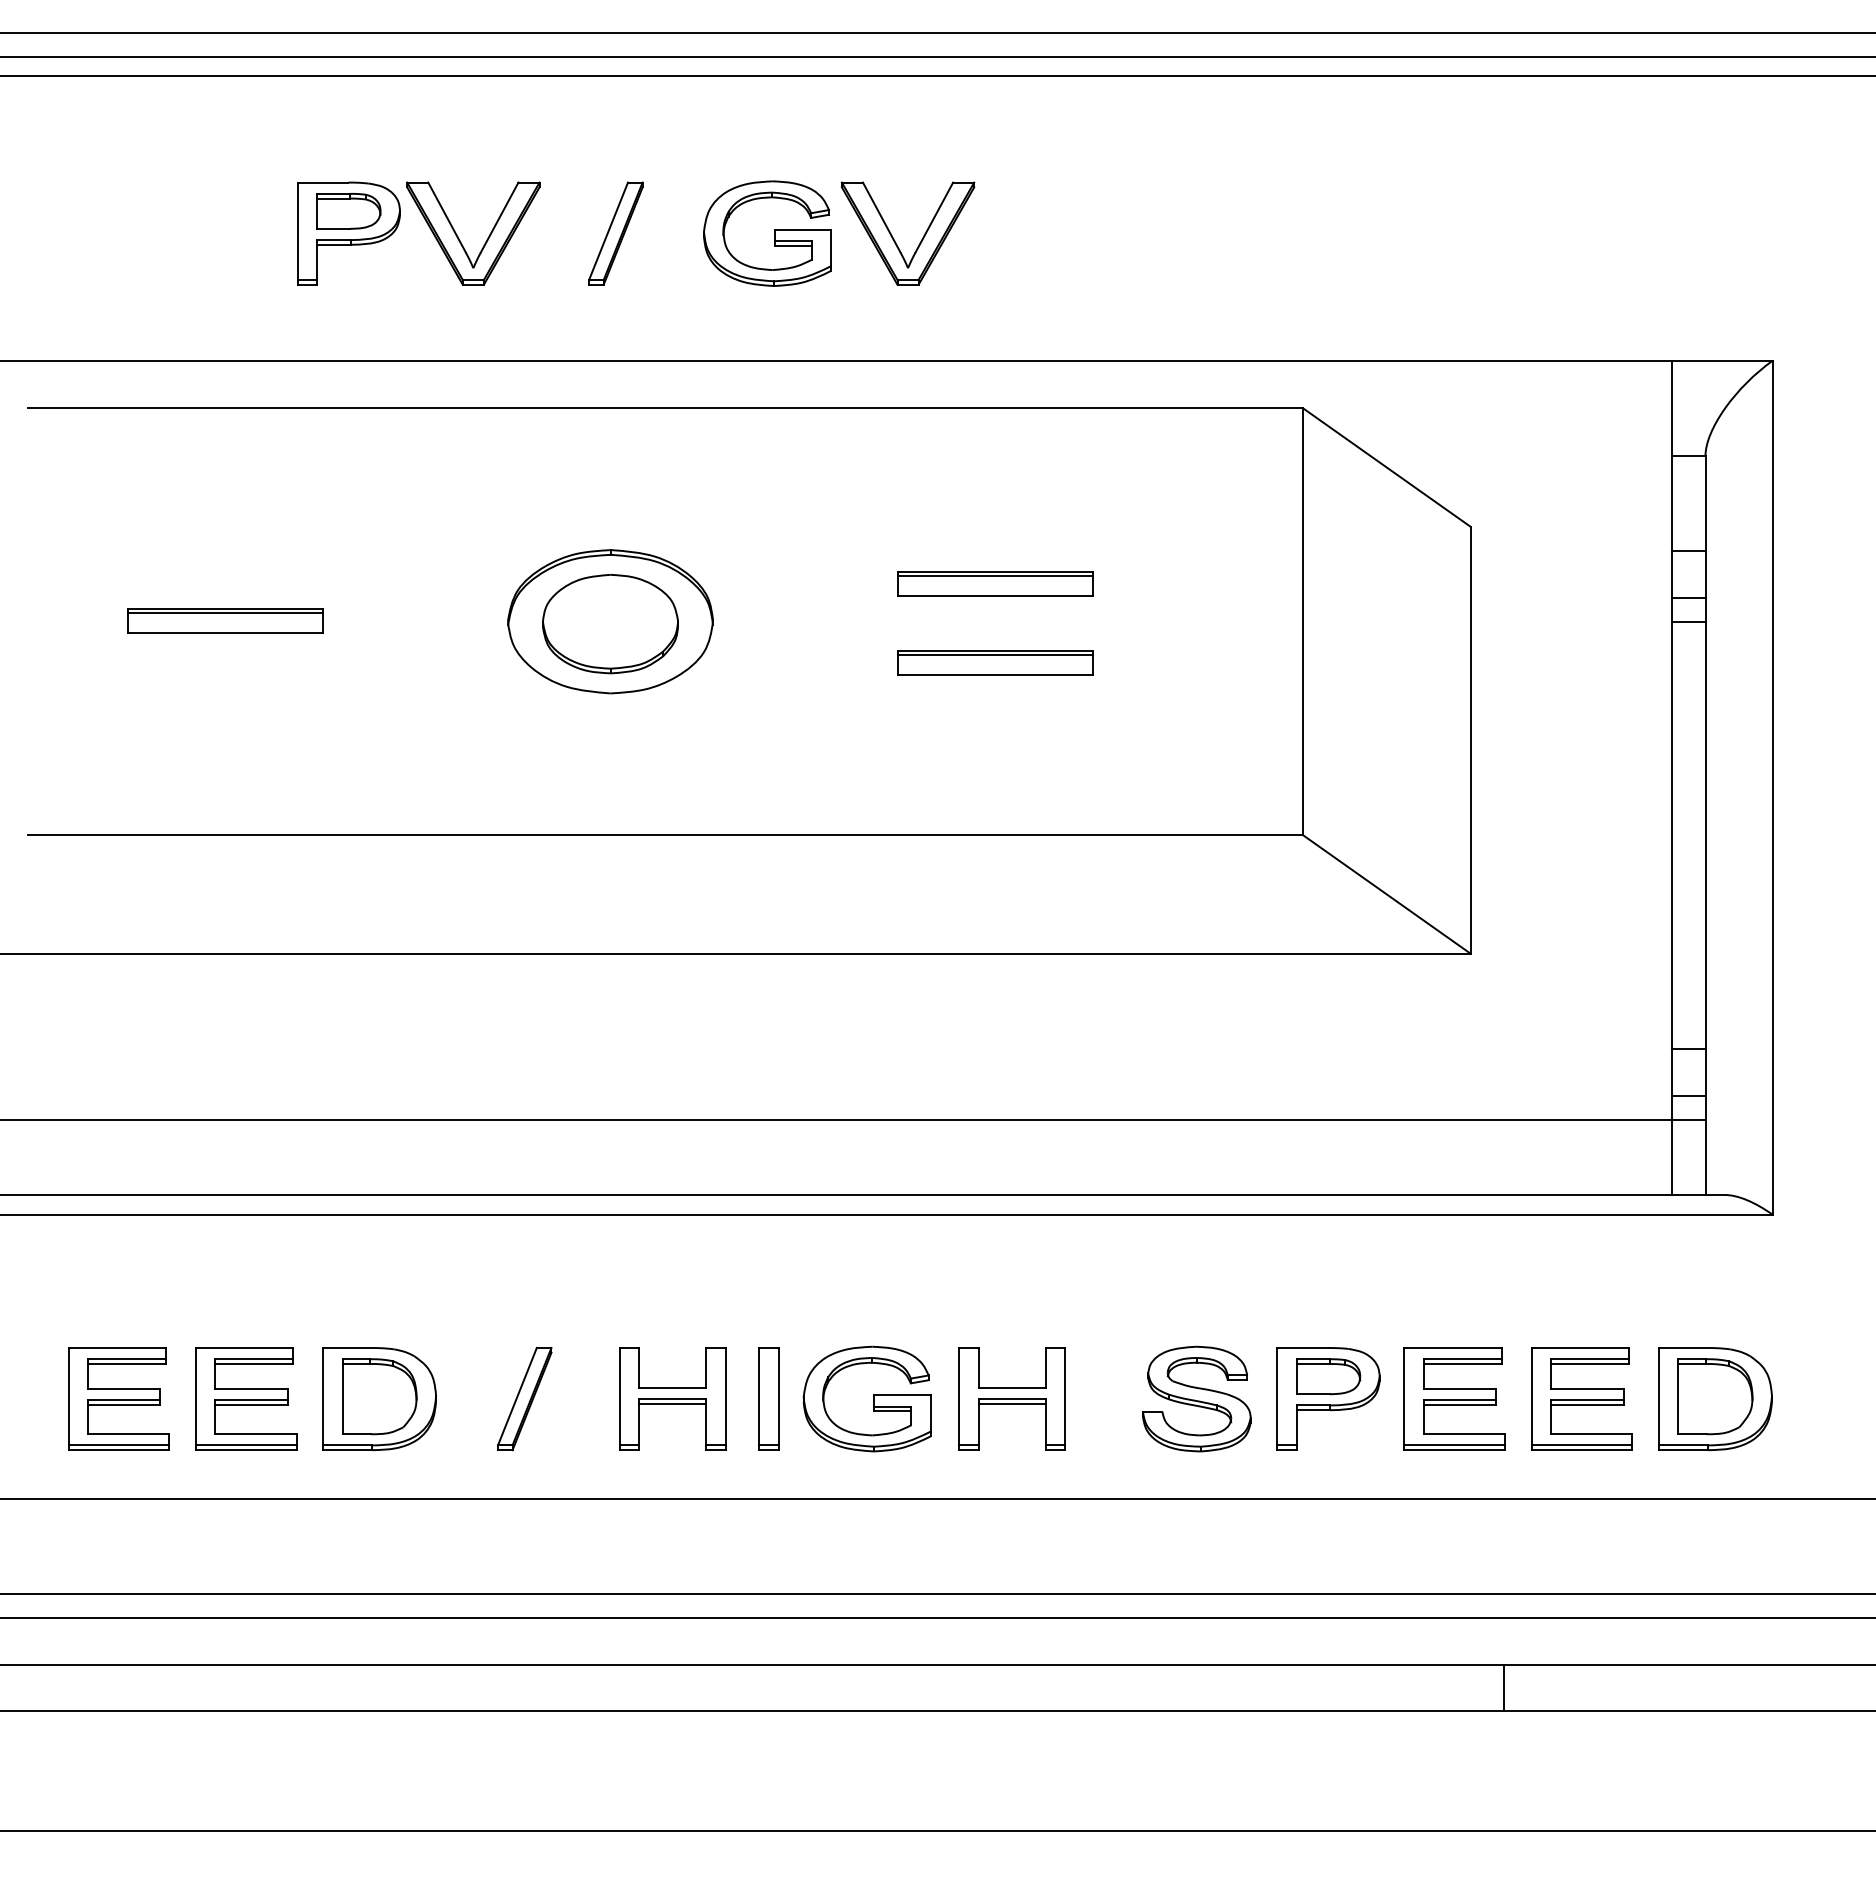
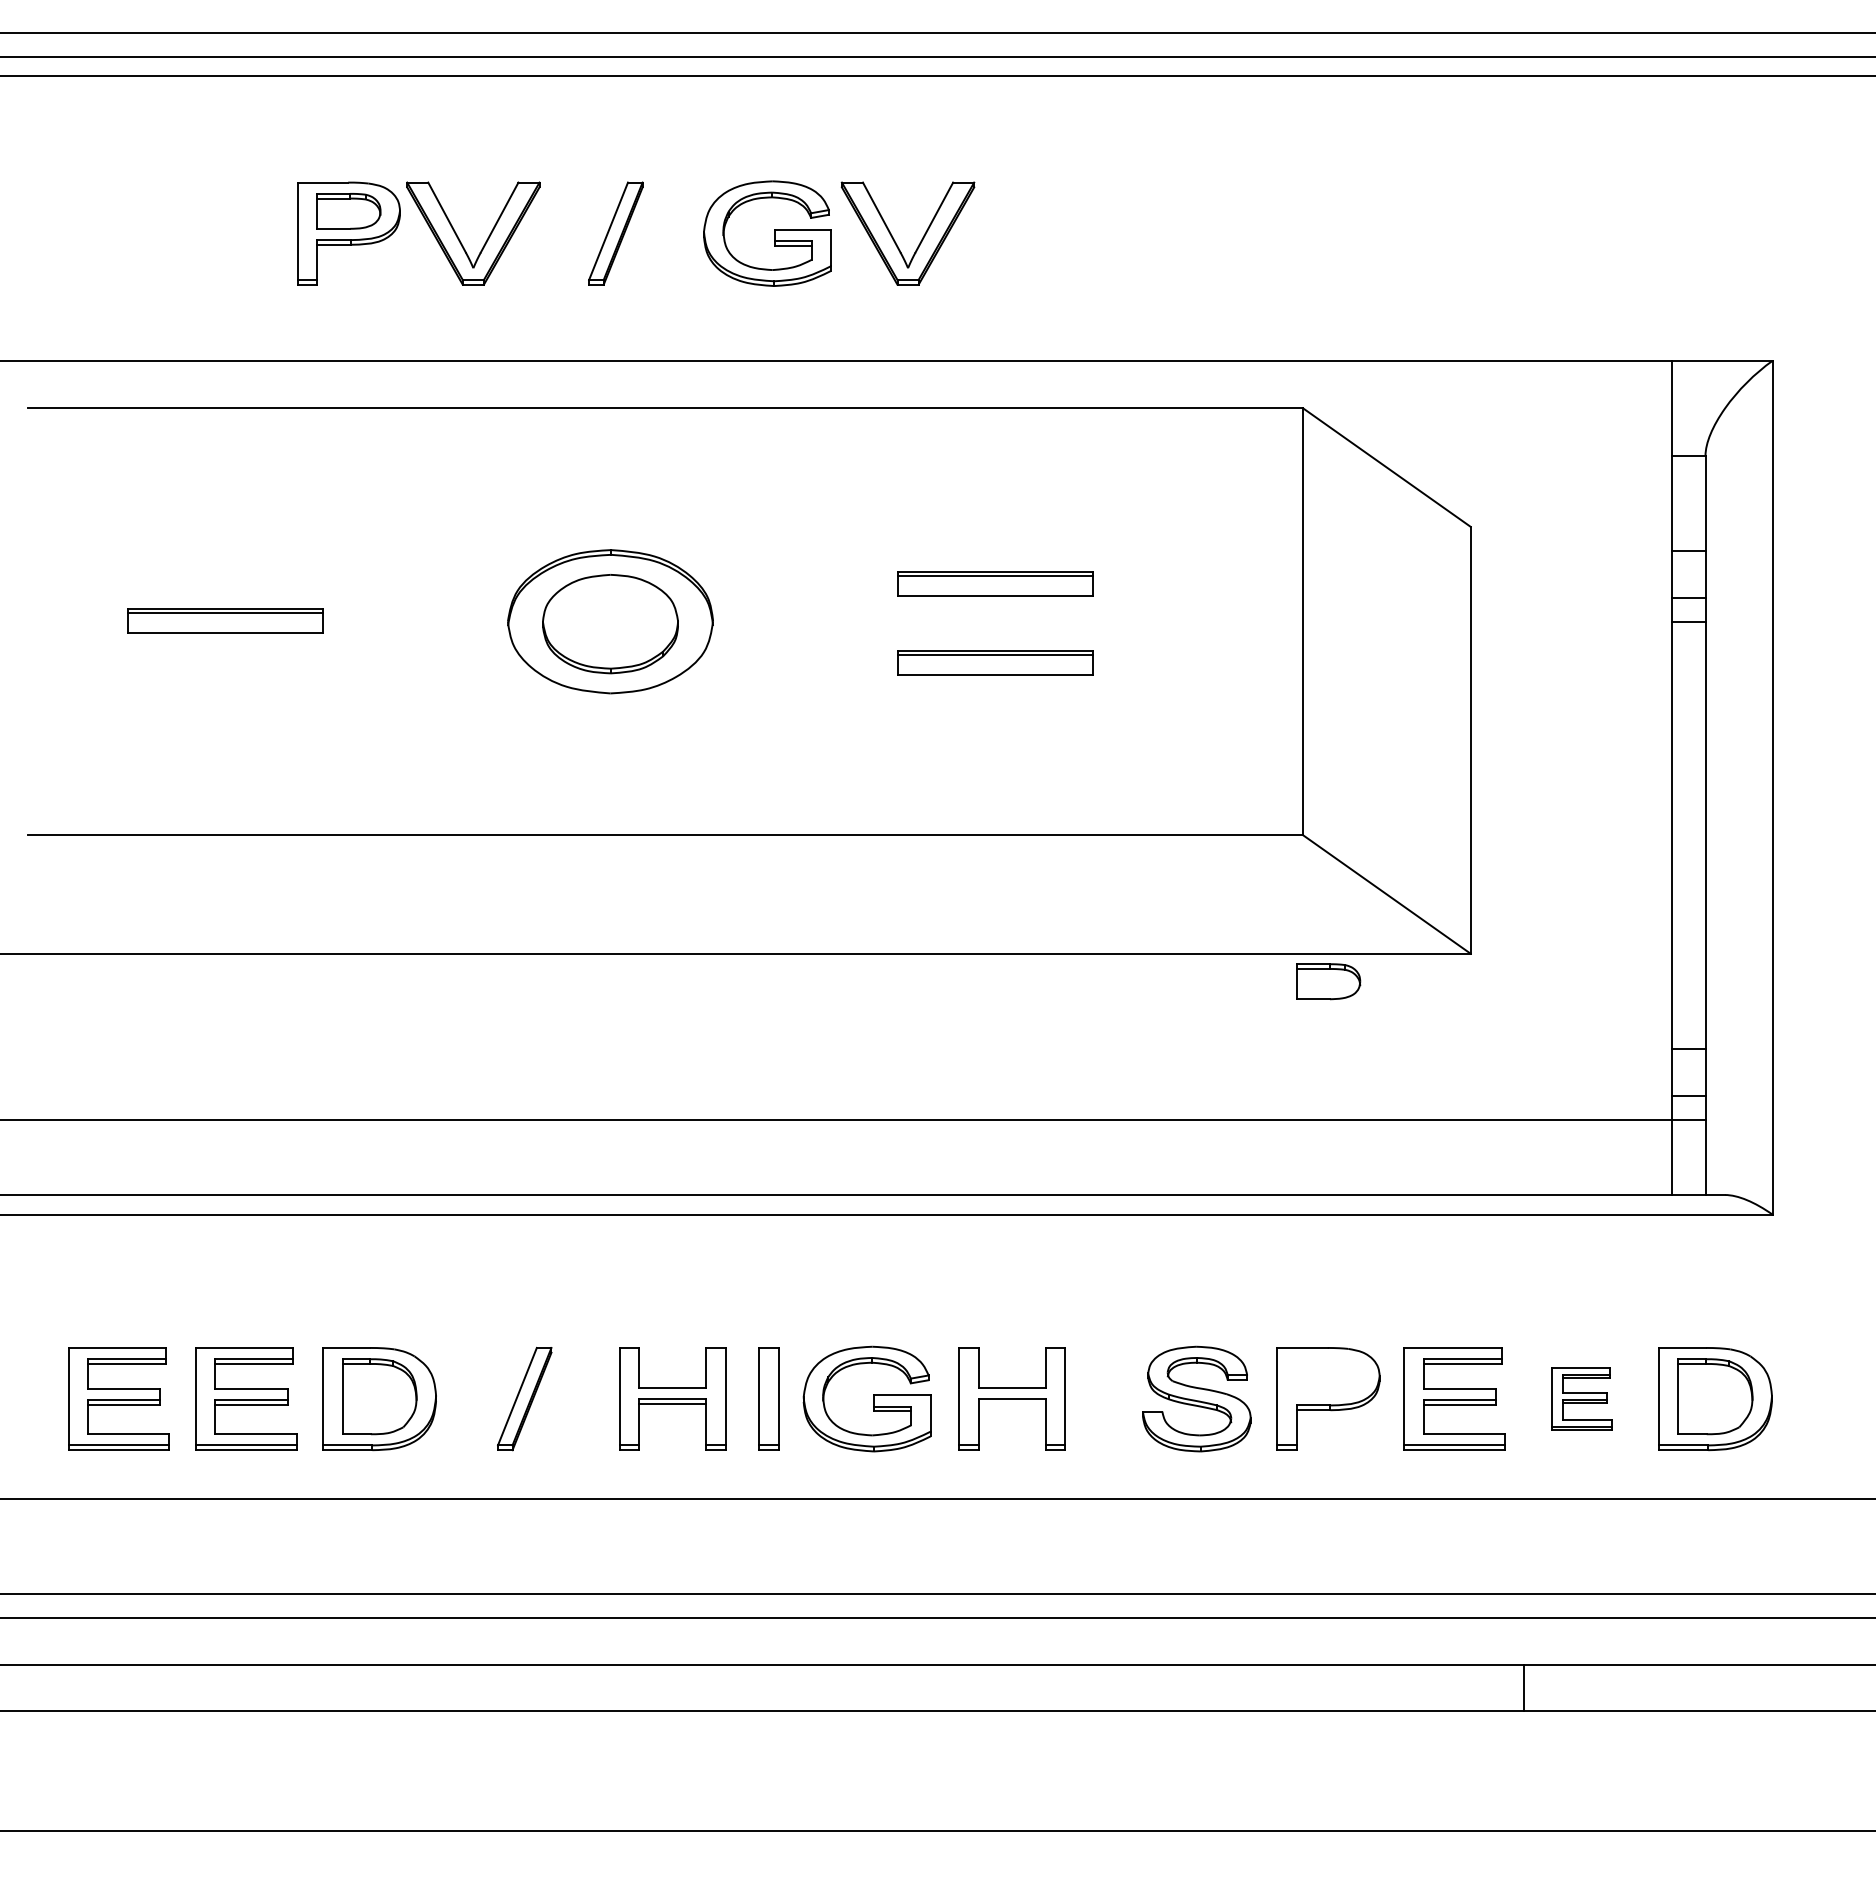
part at (1328, 1376) position: (1328, 1376) -> (1328, 981)
part at (1581, 1398) size: 102x104 px -> 62x64 px
line at (1011, 1403): present -> none
line at (1504, 1687) position: (1504, 1687) -> (1524, 1687)
